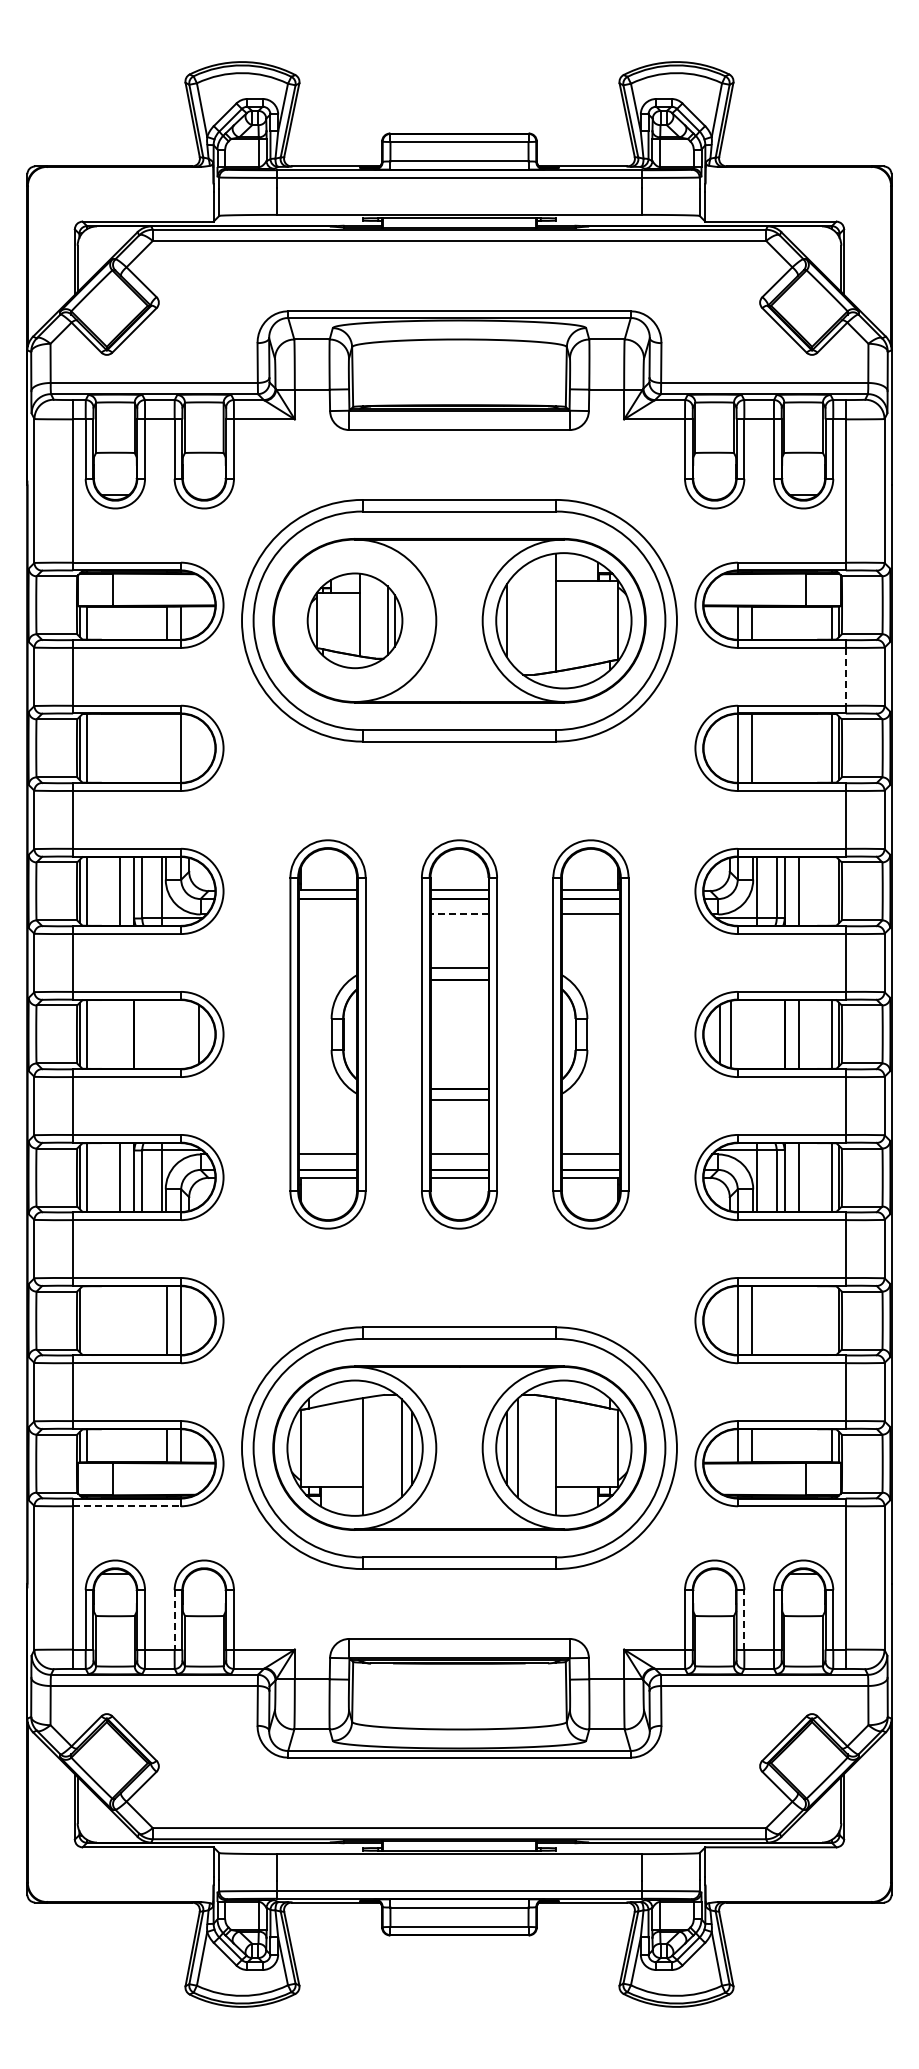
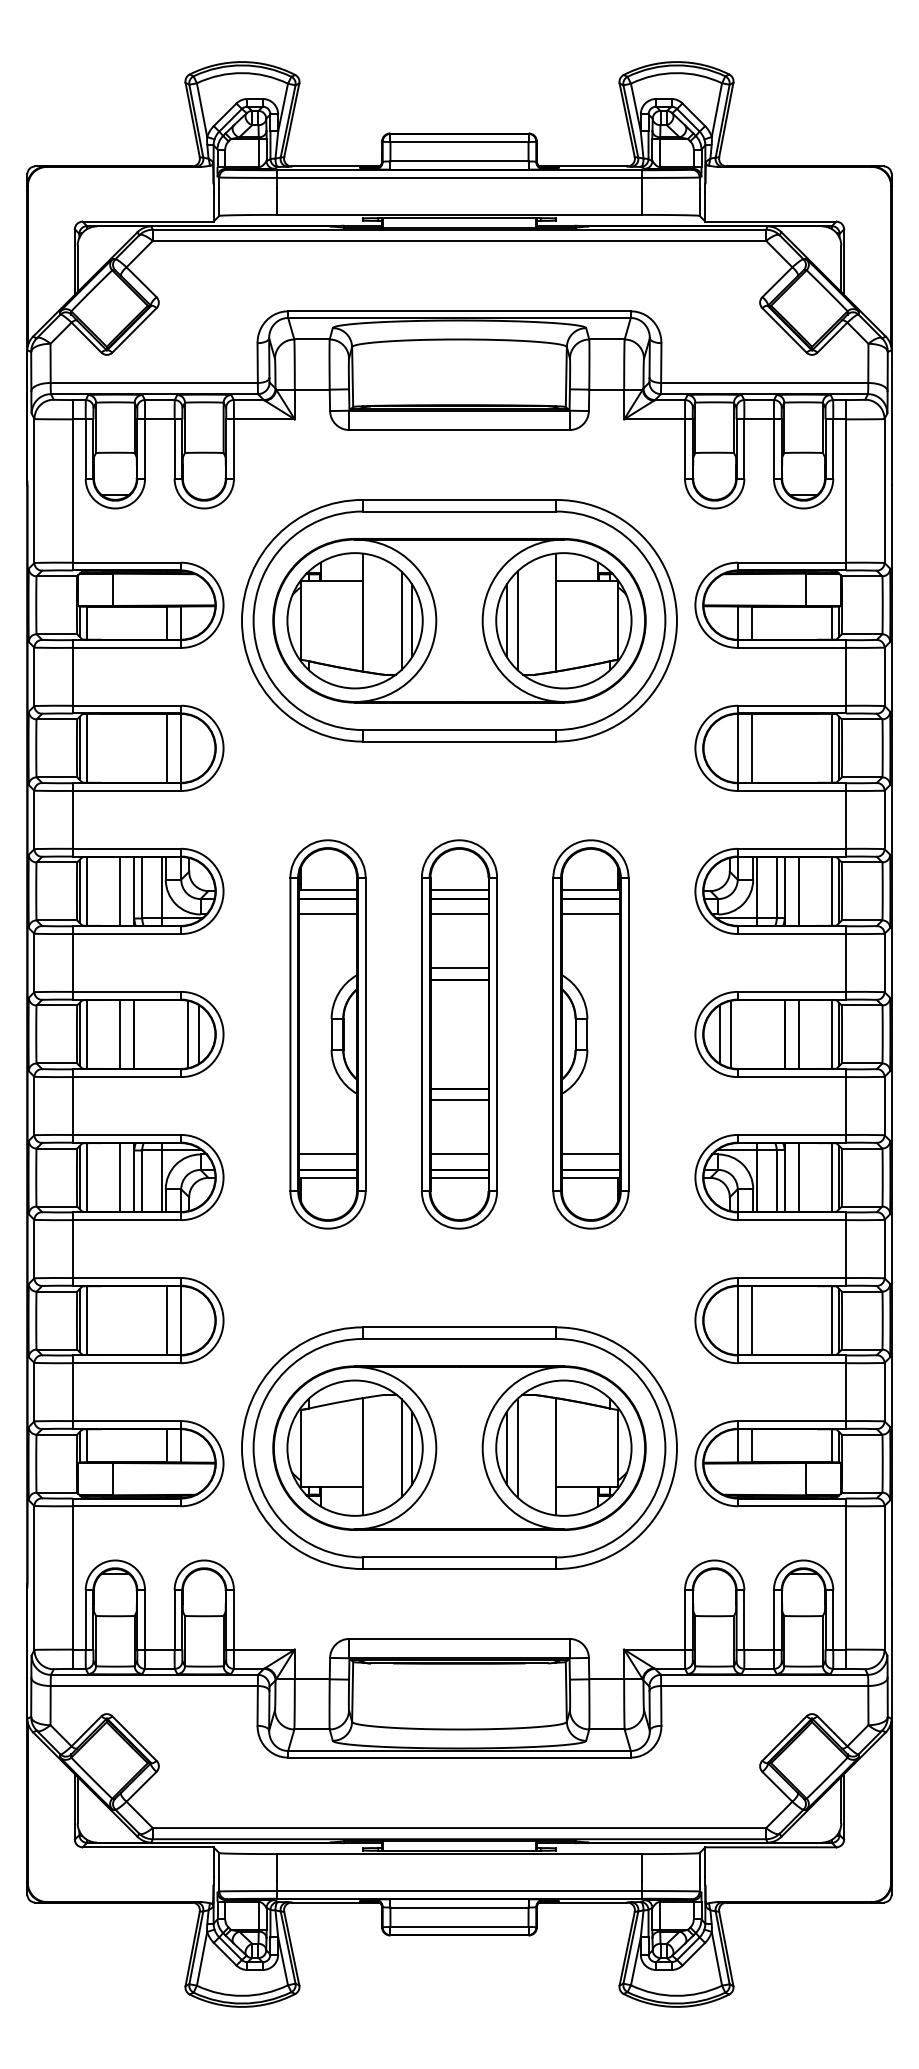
part at (354, 620) size: 98x98 px -> 138x138 px
line at (517, 620): none -> present
line at (845, 676): dashed -> solid
line at (167, 747): none -> present
line at (831, 891): none -> present
line at (328, 914): none -> present
line at (459, 914): dashed -> solid
line at (120, 1034): none -> present
line at (188, 1034): none -> present
line at (87, 1320): none -> present
line at (831, 1320): none -> present
line at (127, 1506): dashed -> solid
line at (174, 1619): dashed -> solid
line at (744, 1619): dashed -> solid
